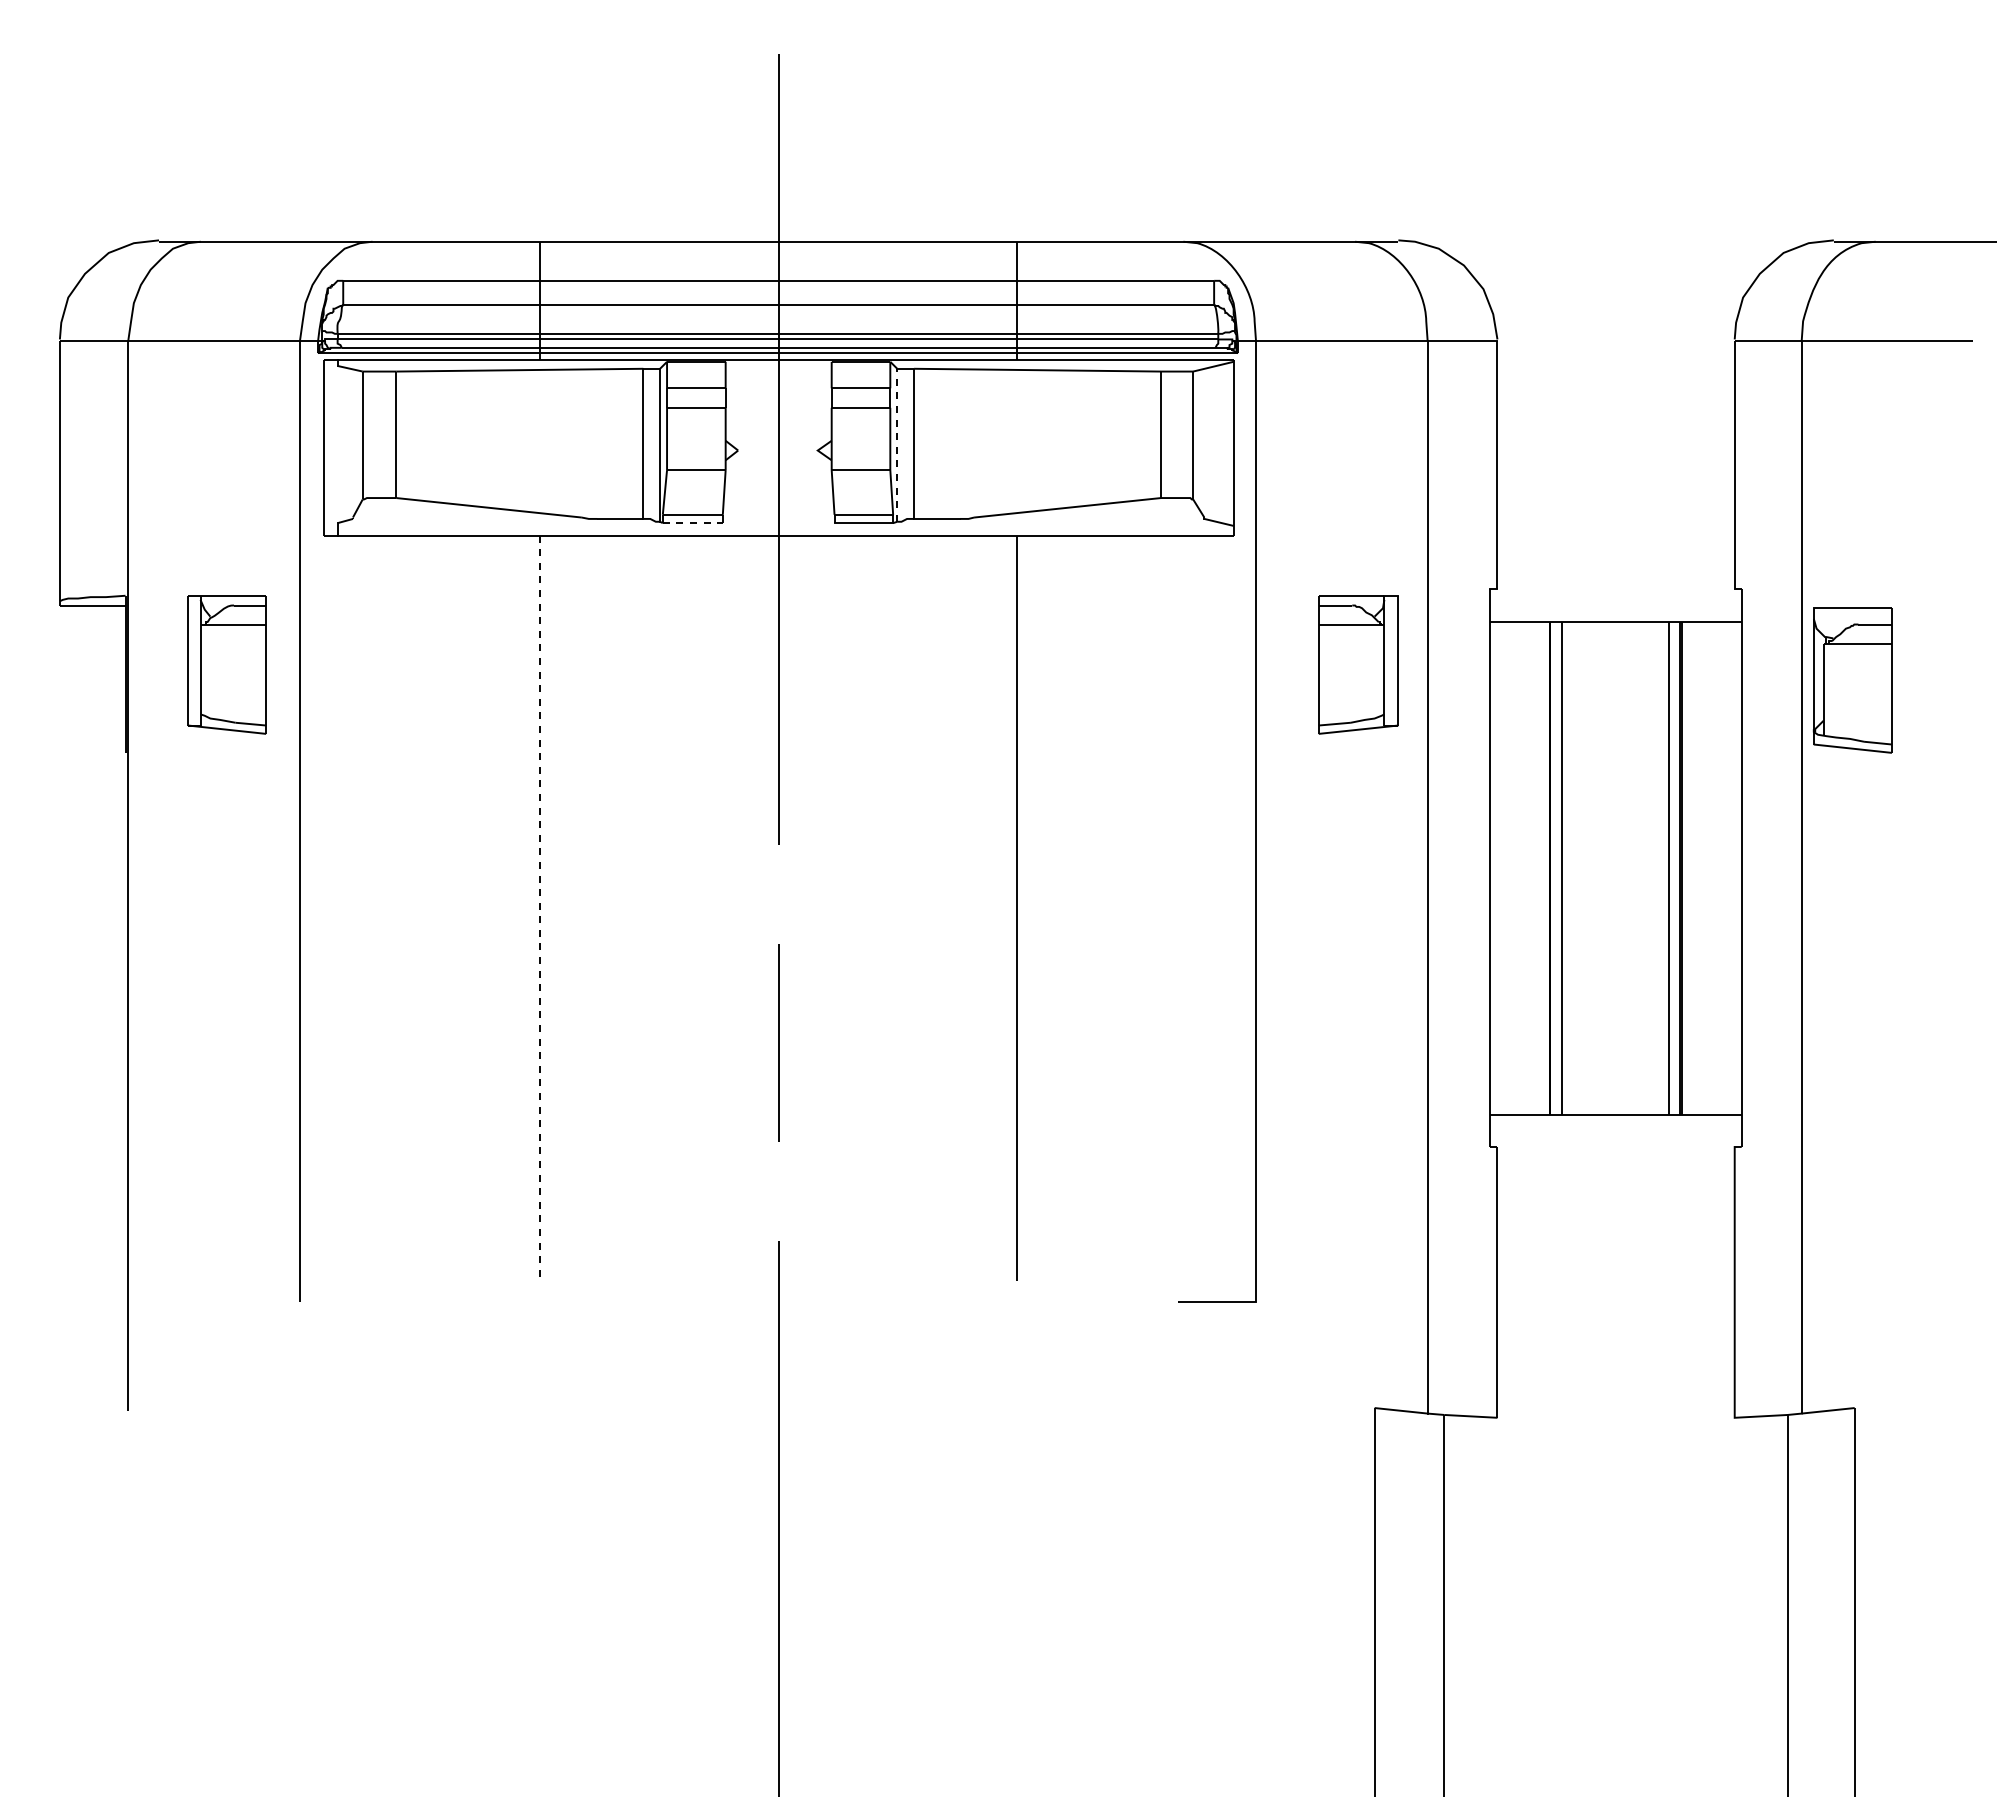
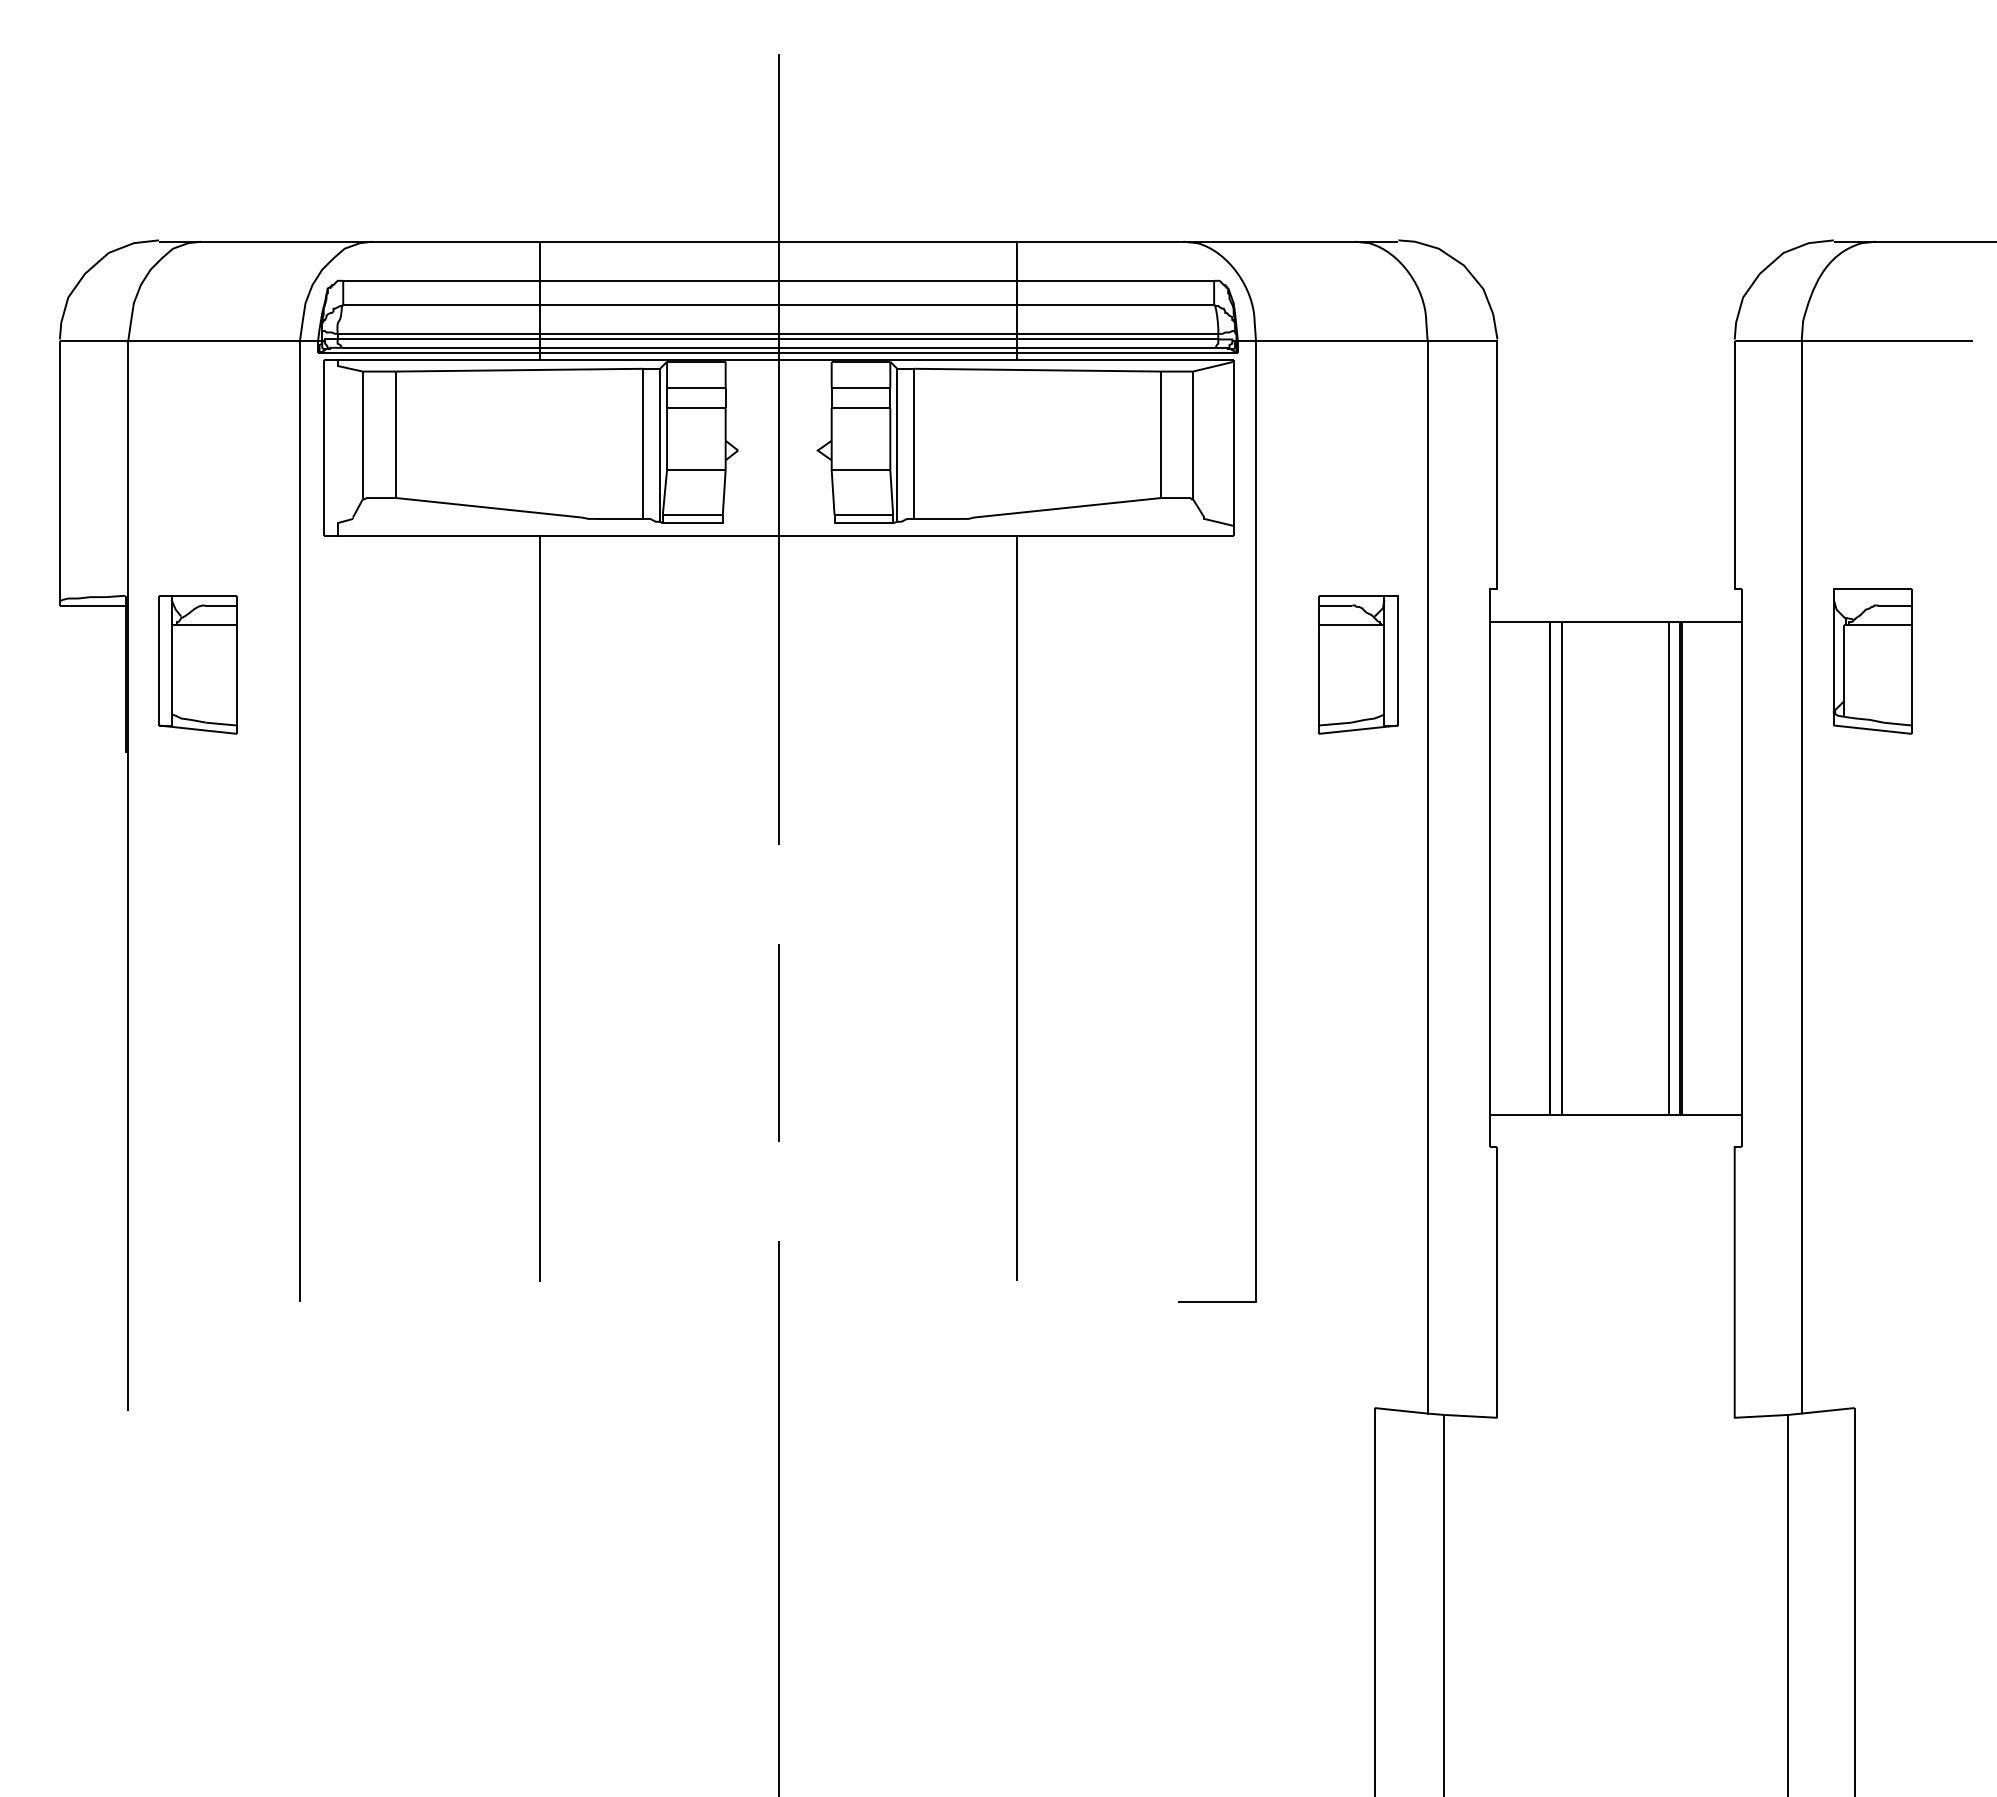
line at (897, 444): dashed -> solid
line at (693, 523): dashed -> solid
part at (226, 664) position: (226, 664) -> (197, 664)
part at (1852, 680) position: (1852, 680) -> (1872, 661)
line at (539, 908): dashed -> solid
